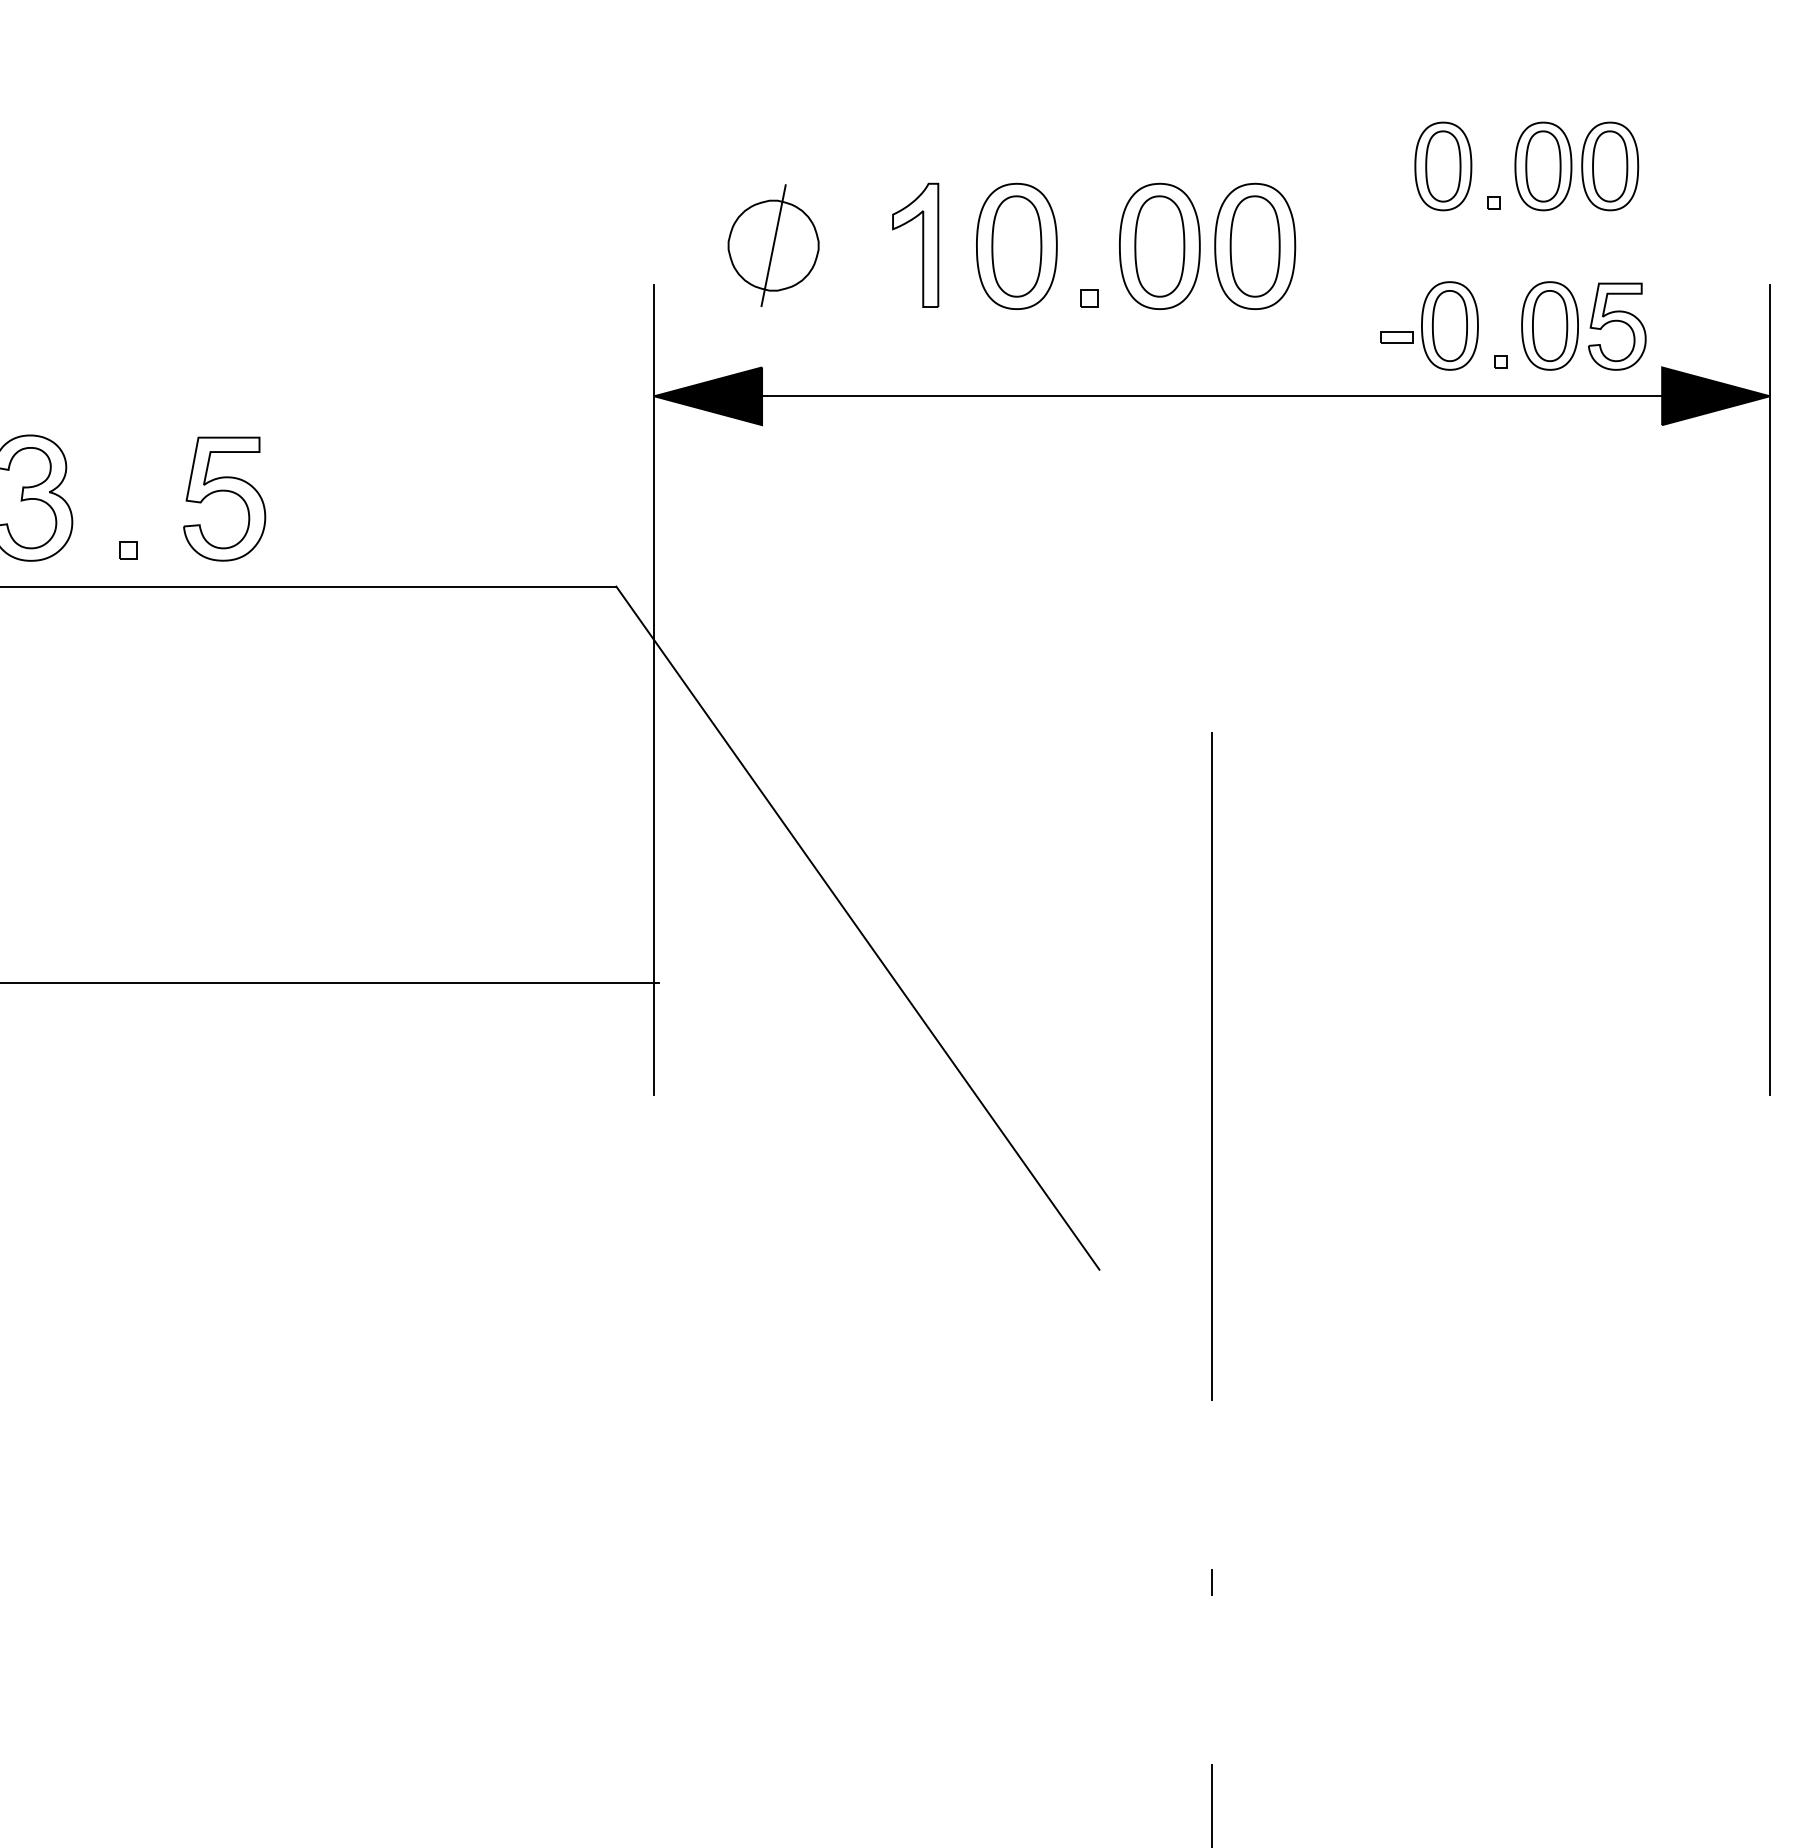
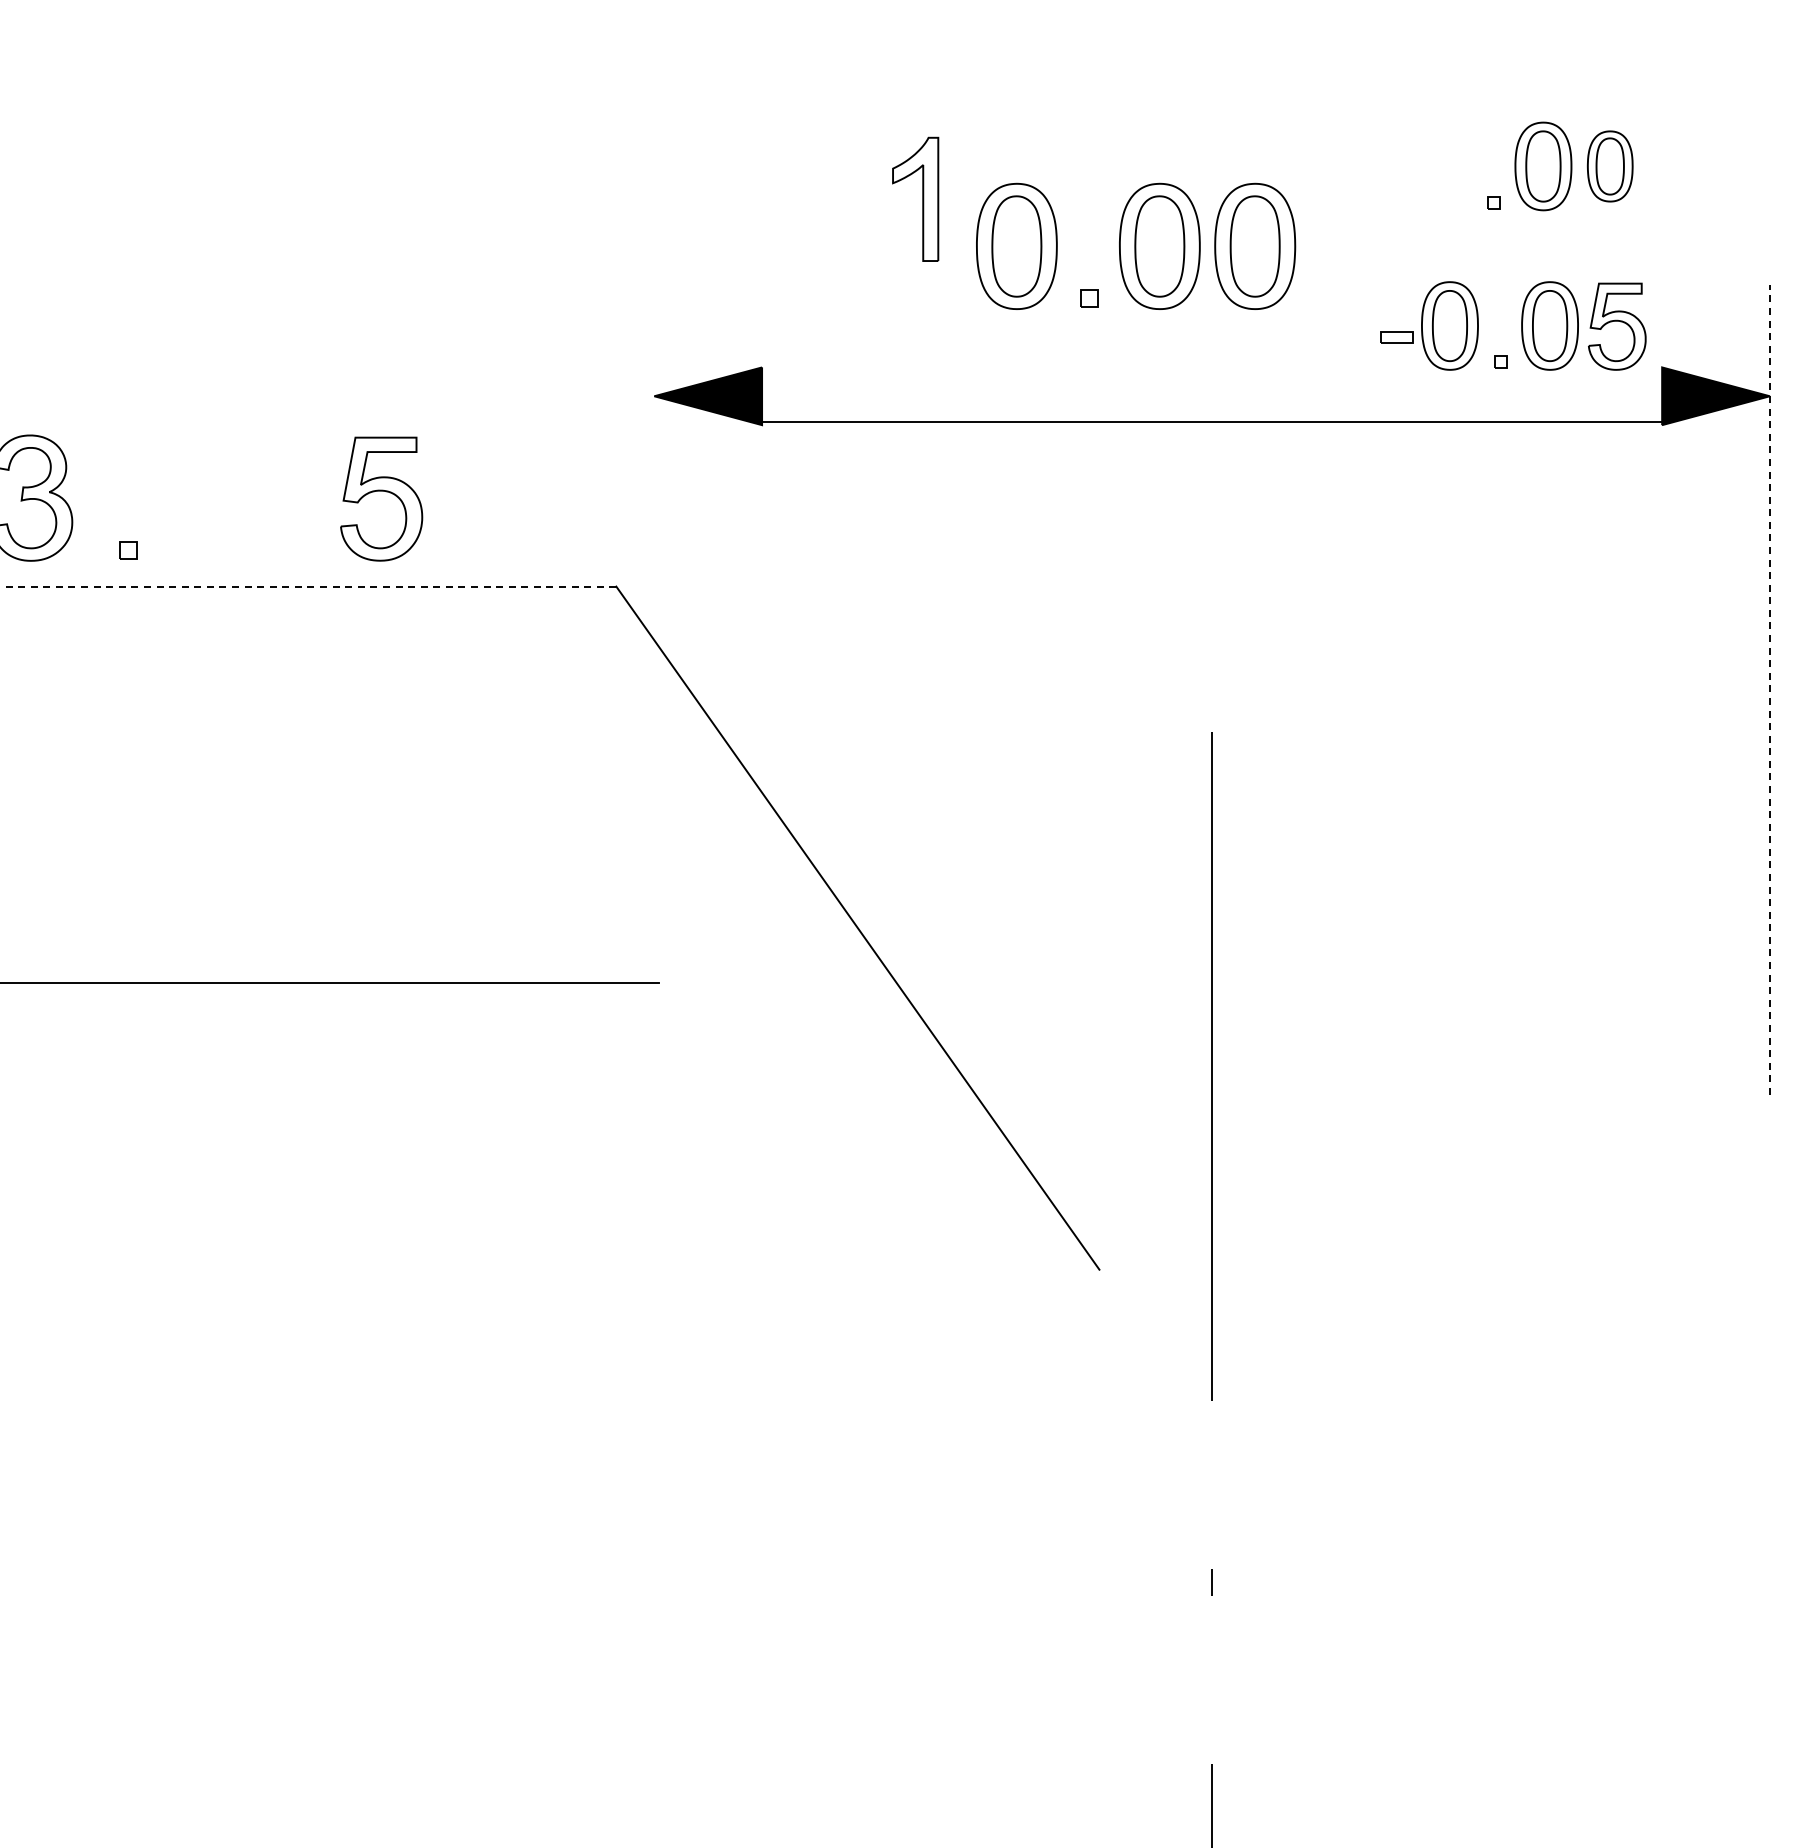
part at (1443, 166): present -> none
part at (1610, 166) size: 59x91 px -> 47x73 px
part at (922, 244) position: (922, 244) -> (922, 198)
part at (773, 245): present -> none
line at (1212, 396) position: (1212, 396) -> (1212, 422)
part at (224, 491) position: (224, 491) -> (381, 491)
line at (308, 586): solid -> dashed
line at (654, 689): present -> none
line at (1769, 689): solid -> dashed
